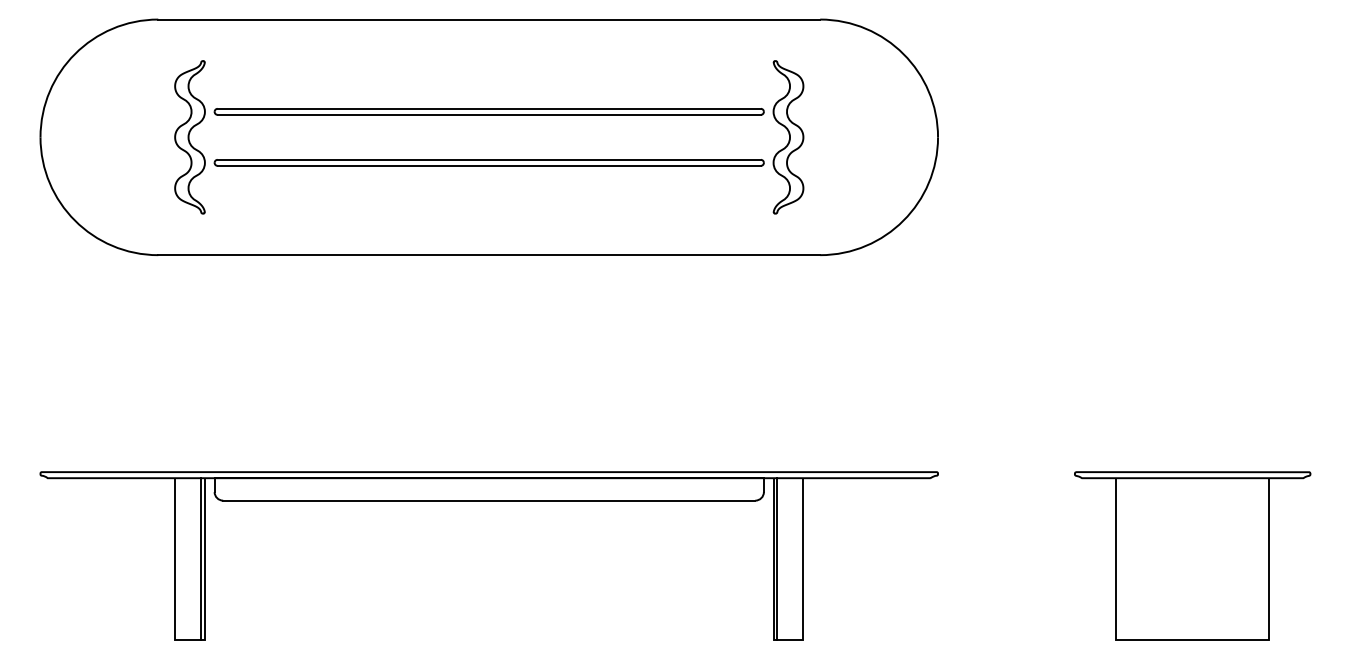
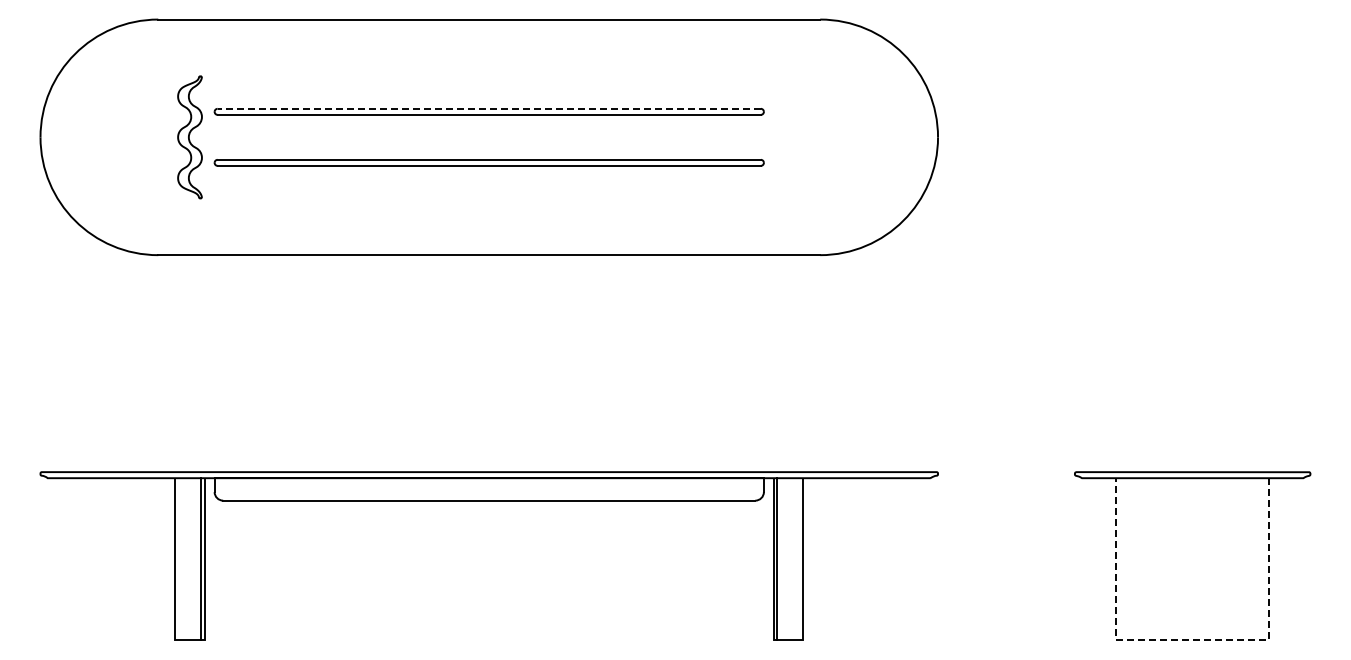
line at (489, 108): solid -> dashed
part at (189, 137) size: 32x155 px -> 26x125 px
part at (788, 137): present -> none
line at (1192, 640): solid -> dashed
